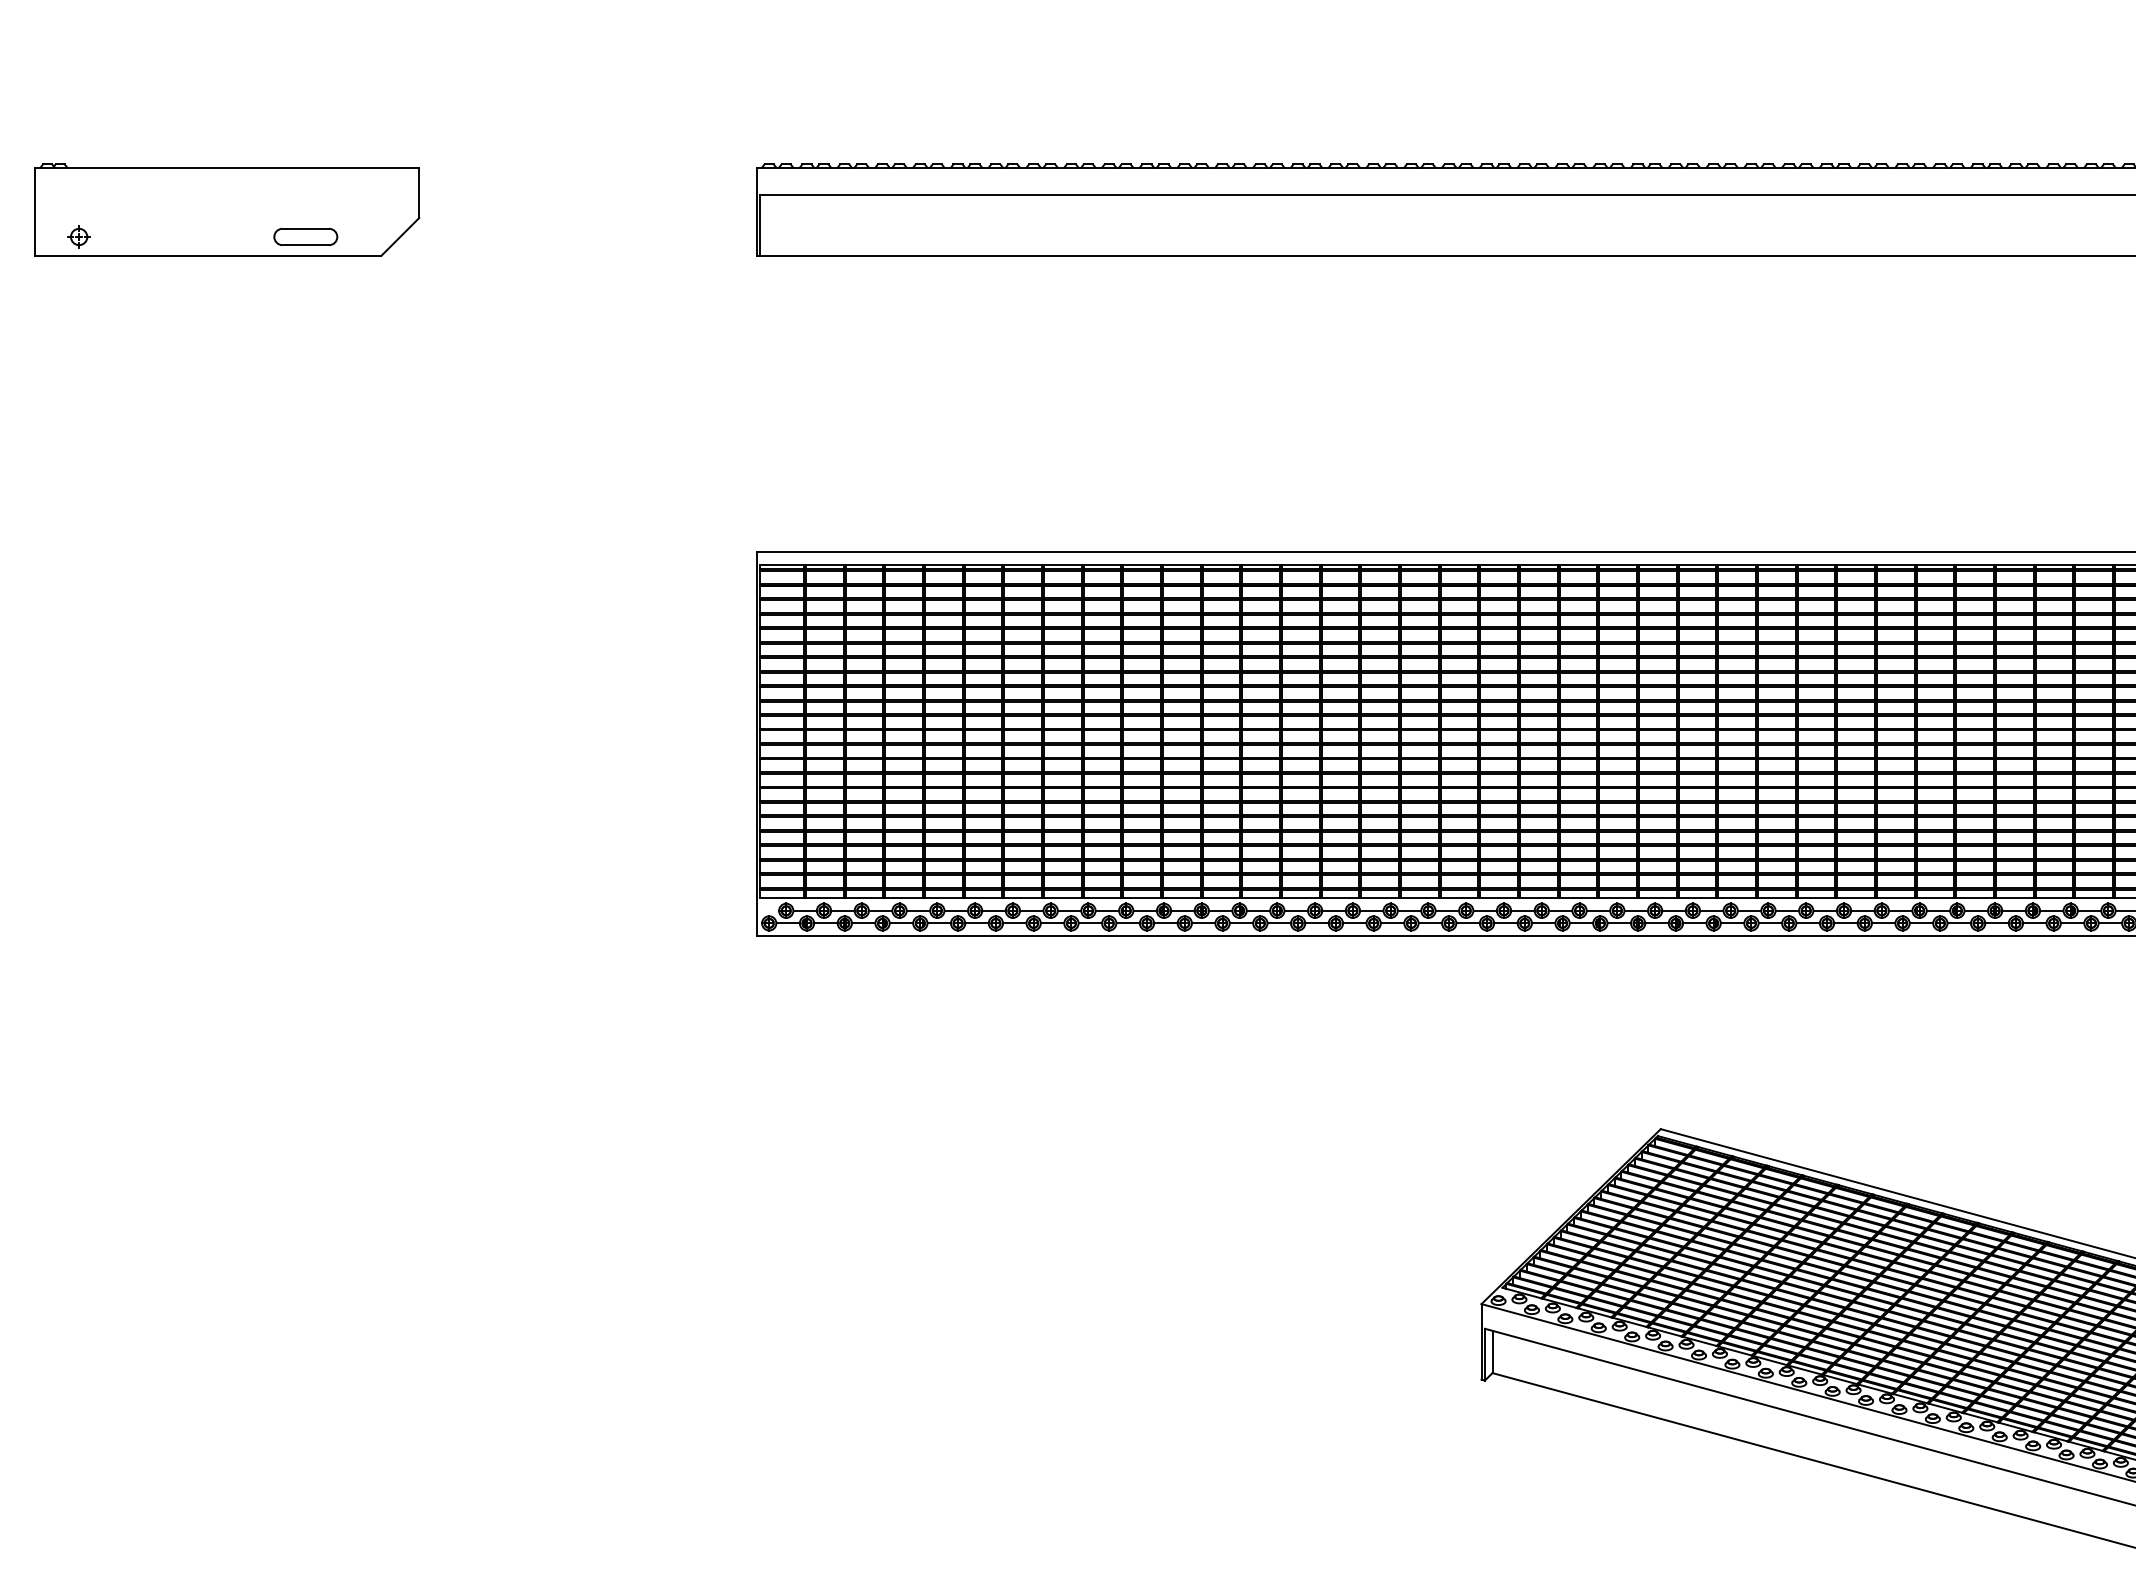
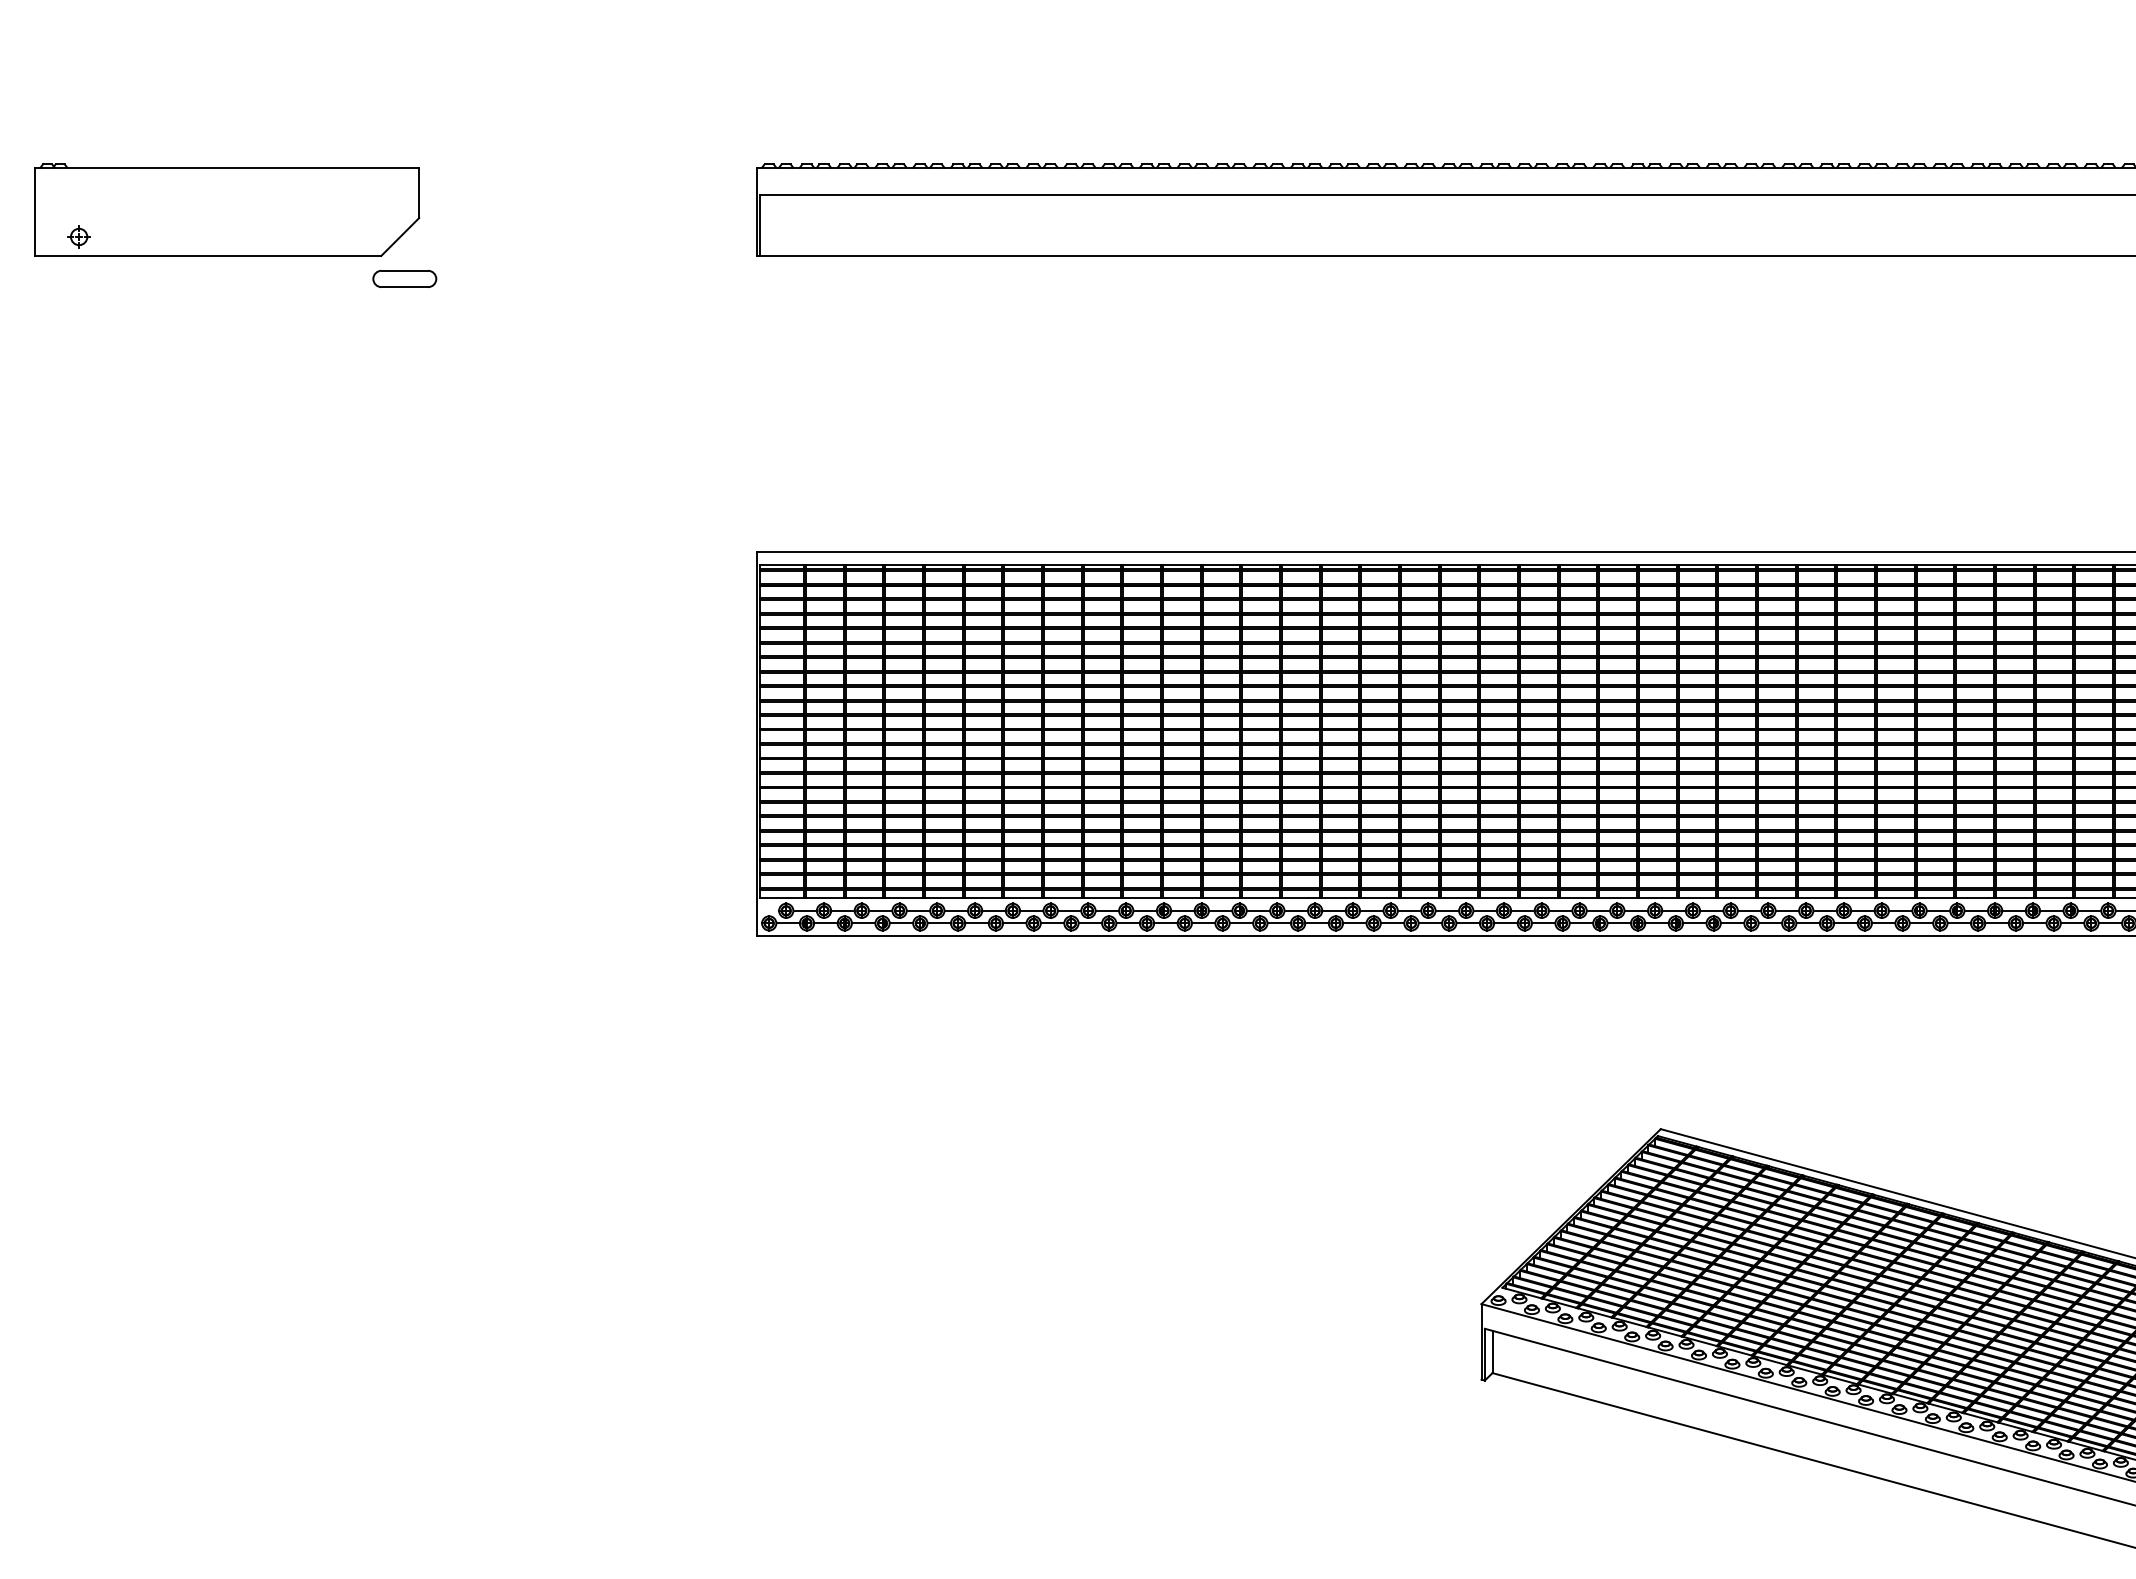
part at (305, 236) position: (305, 236) -> (404, 278)
